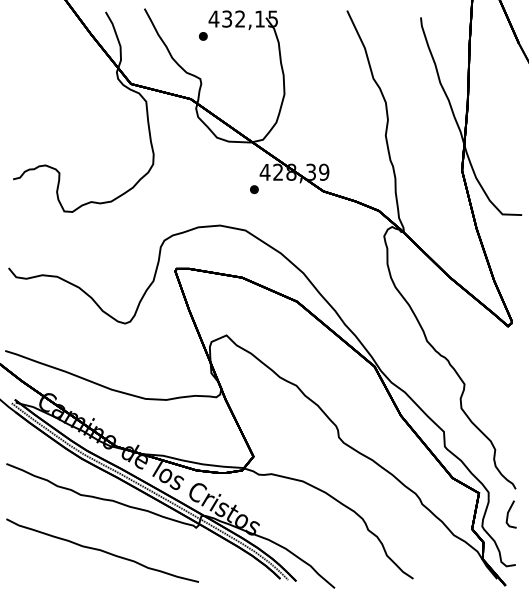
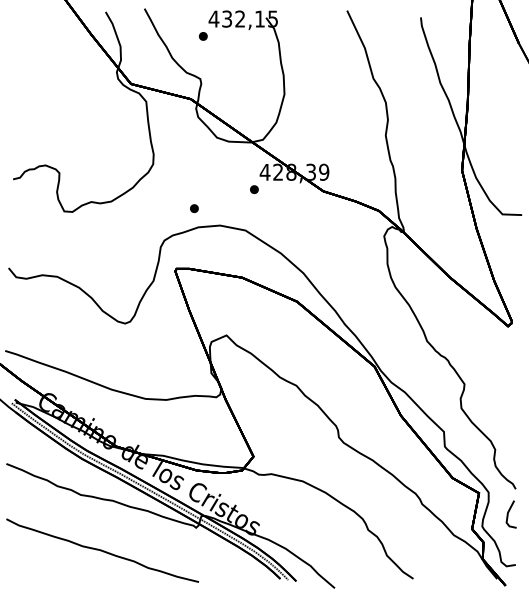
part at (194, 208): none -> present
